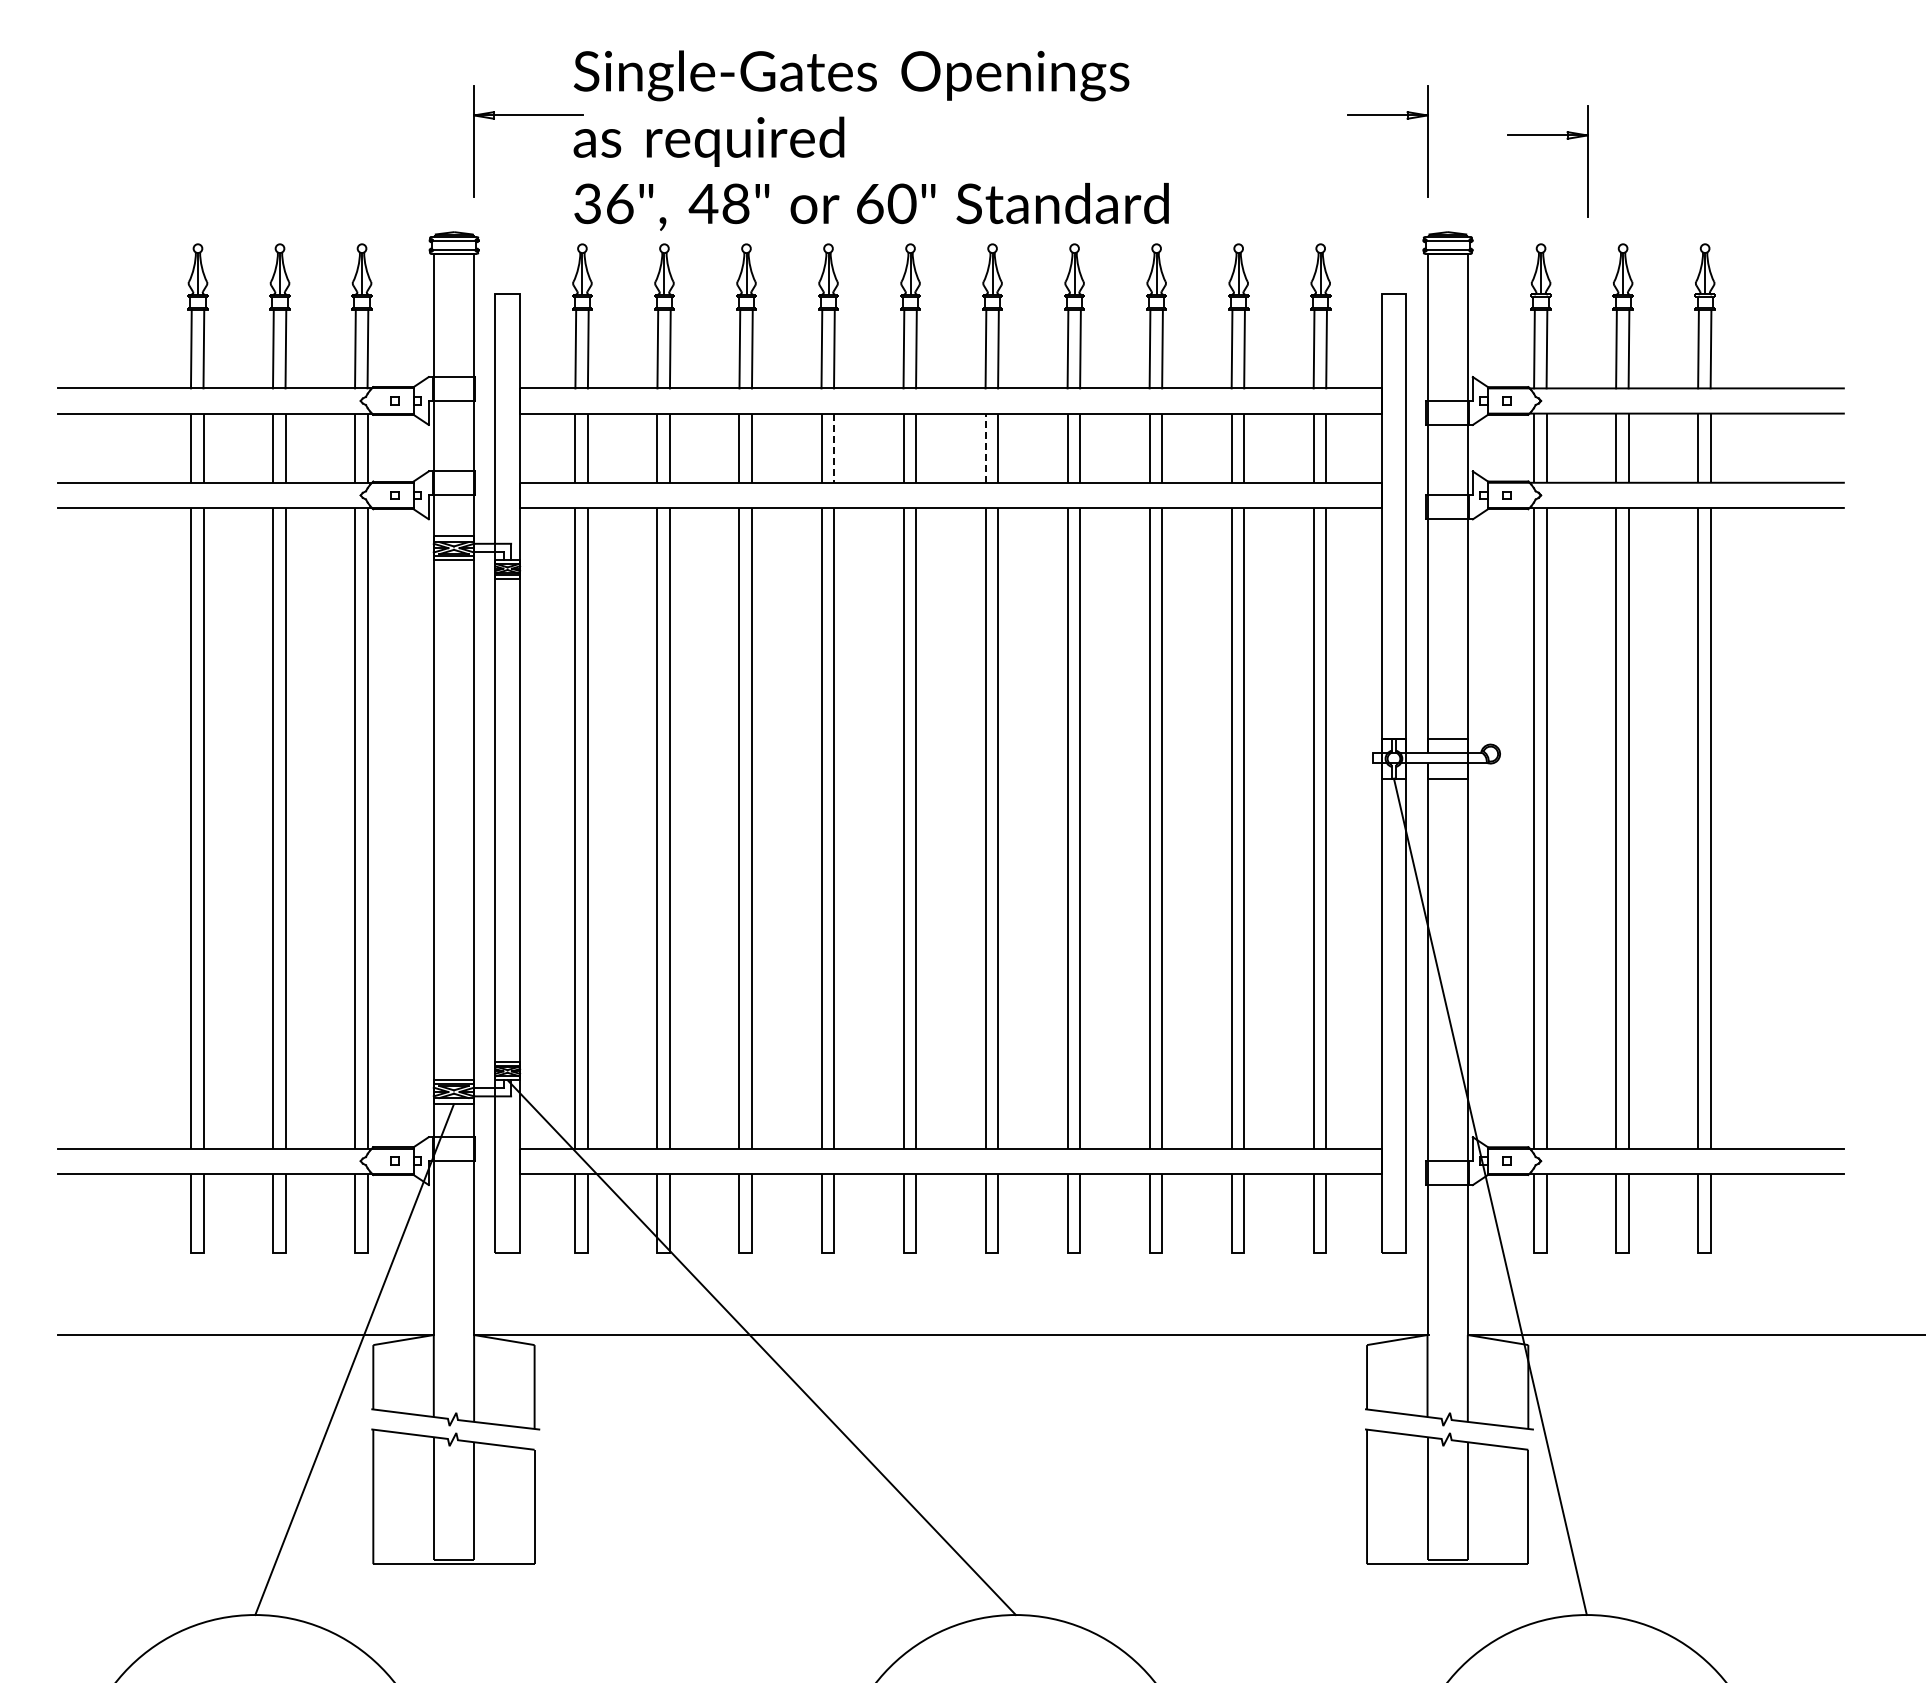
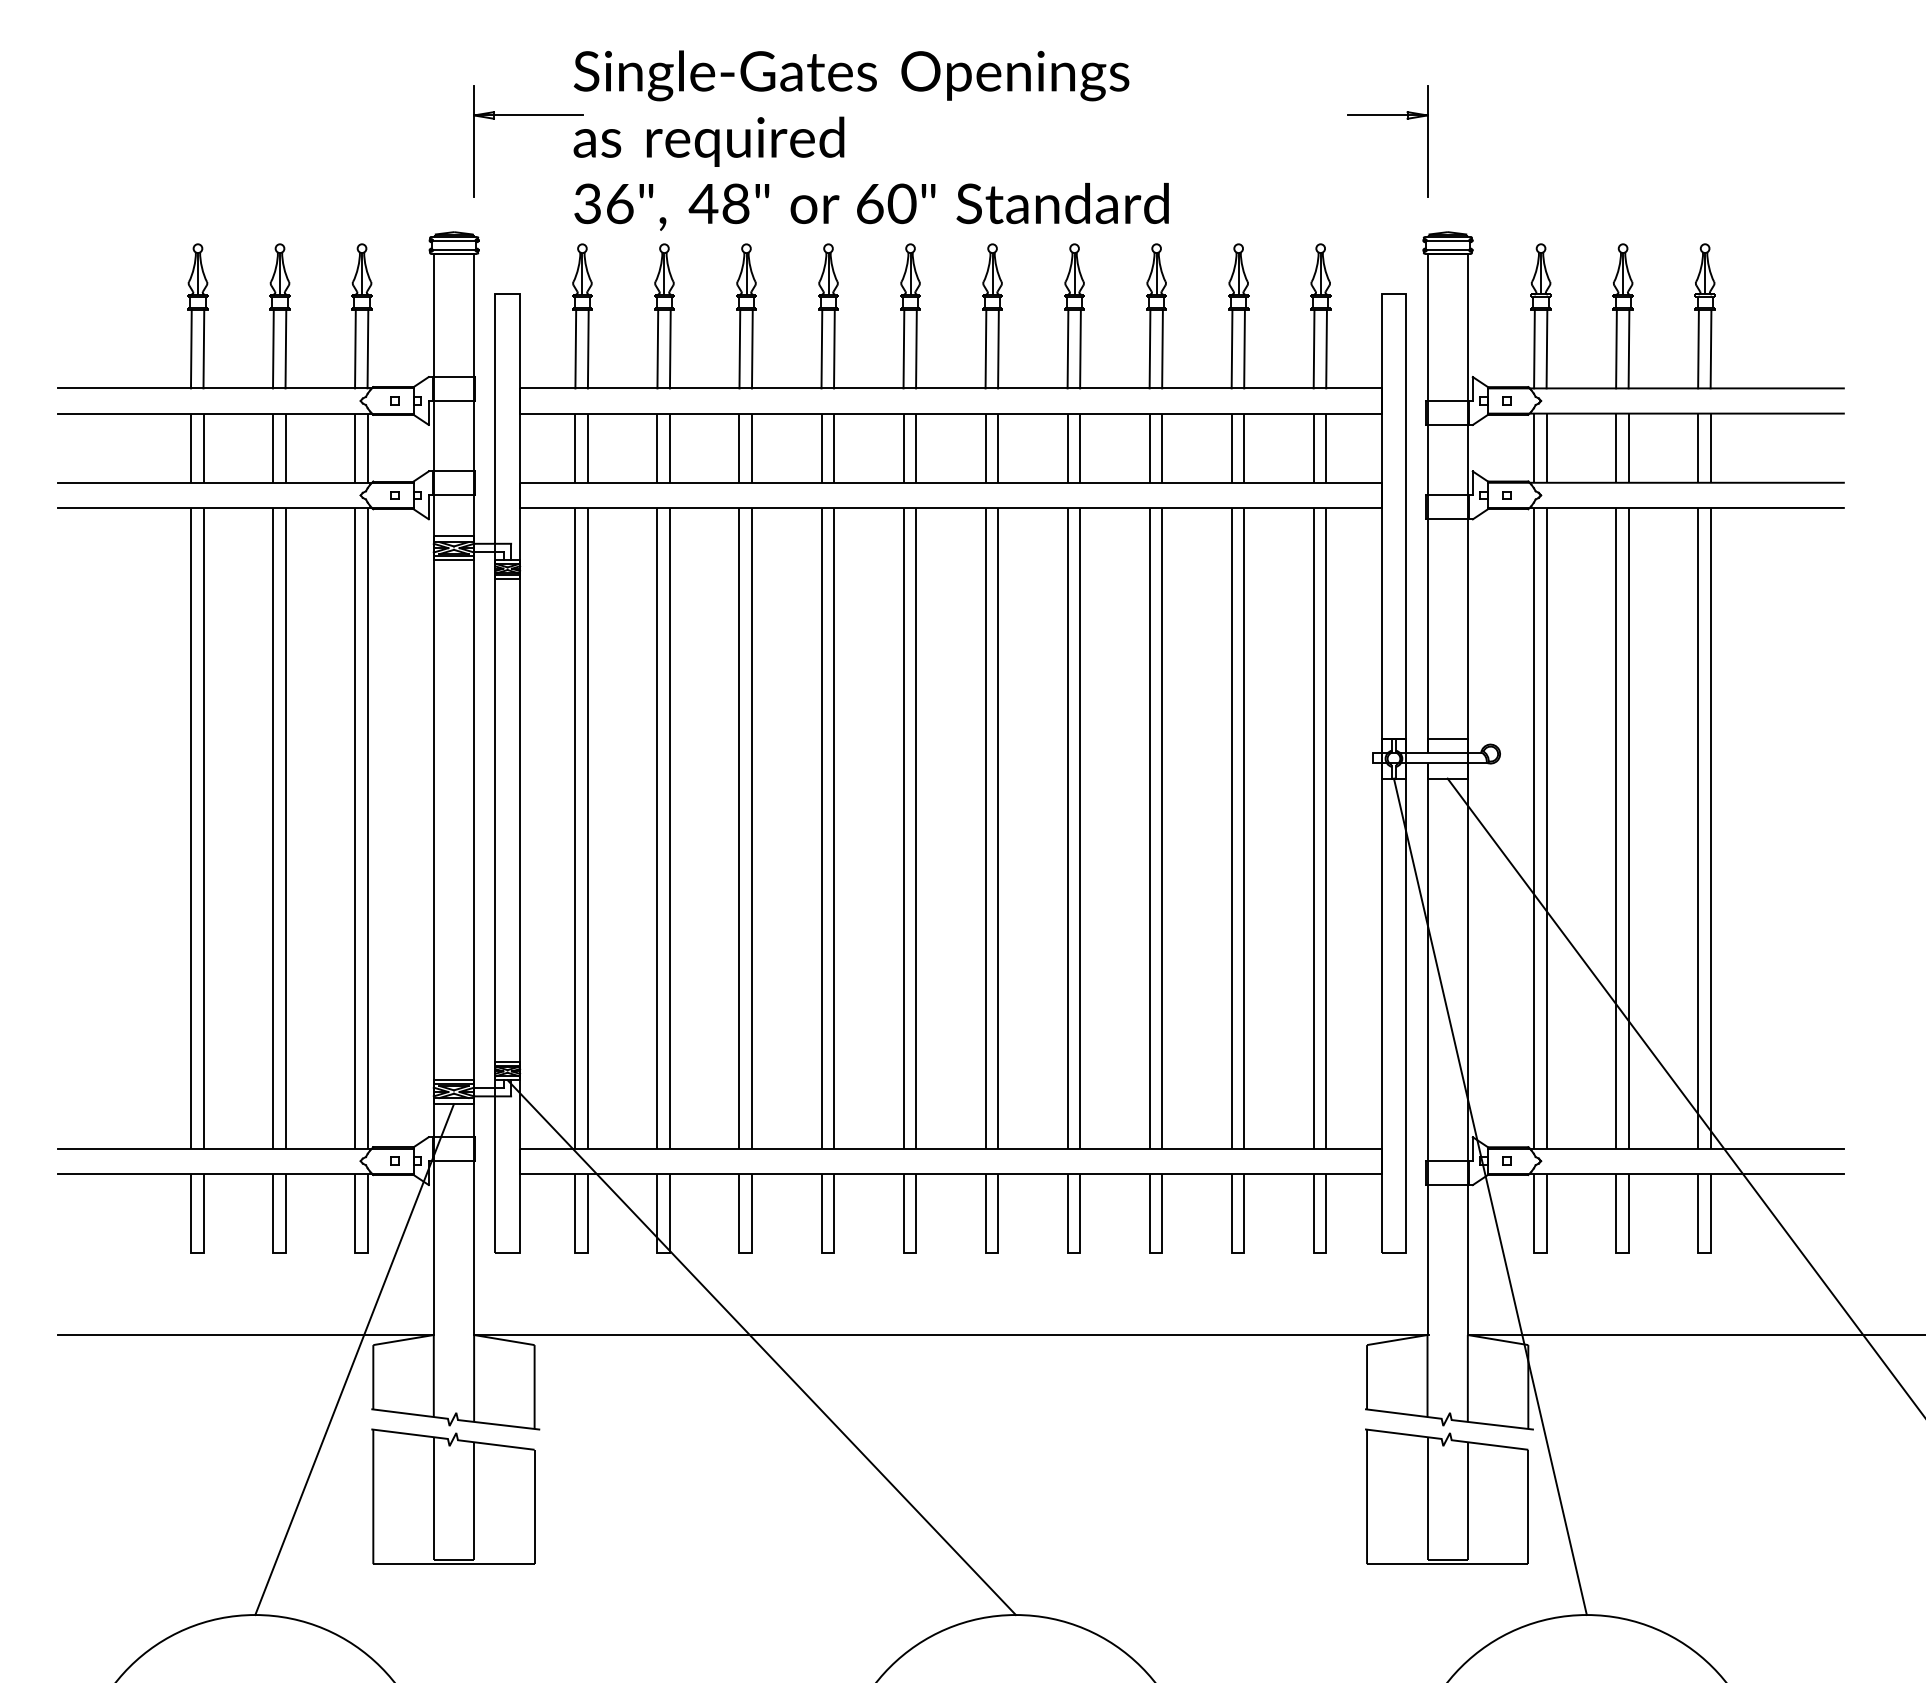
part at (1547, 135): present -> none
line at (834, 448): dashed -> solid
line at (985, 448): dashed -> solid
line at (1684, 1096): none -> present
